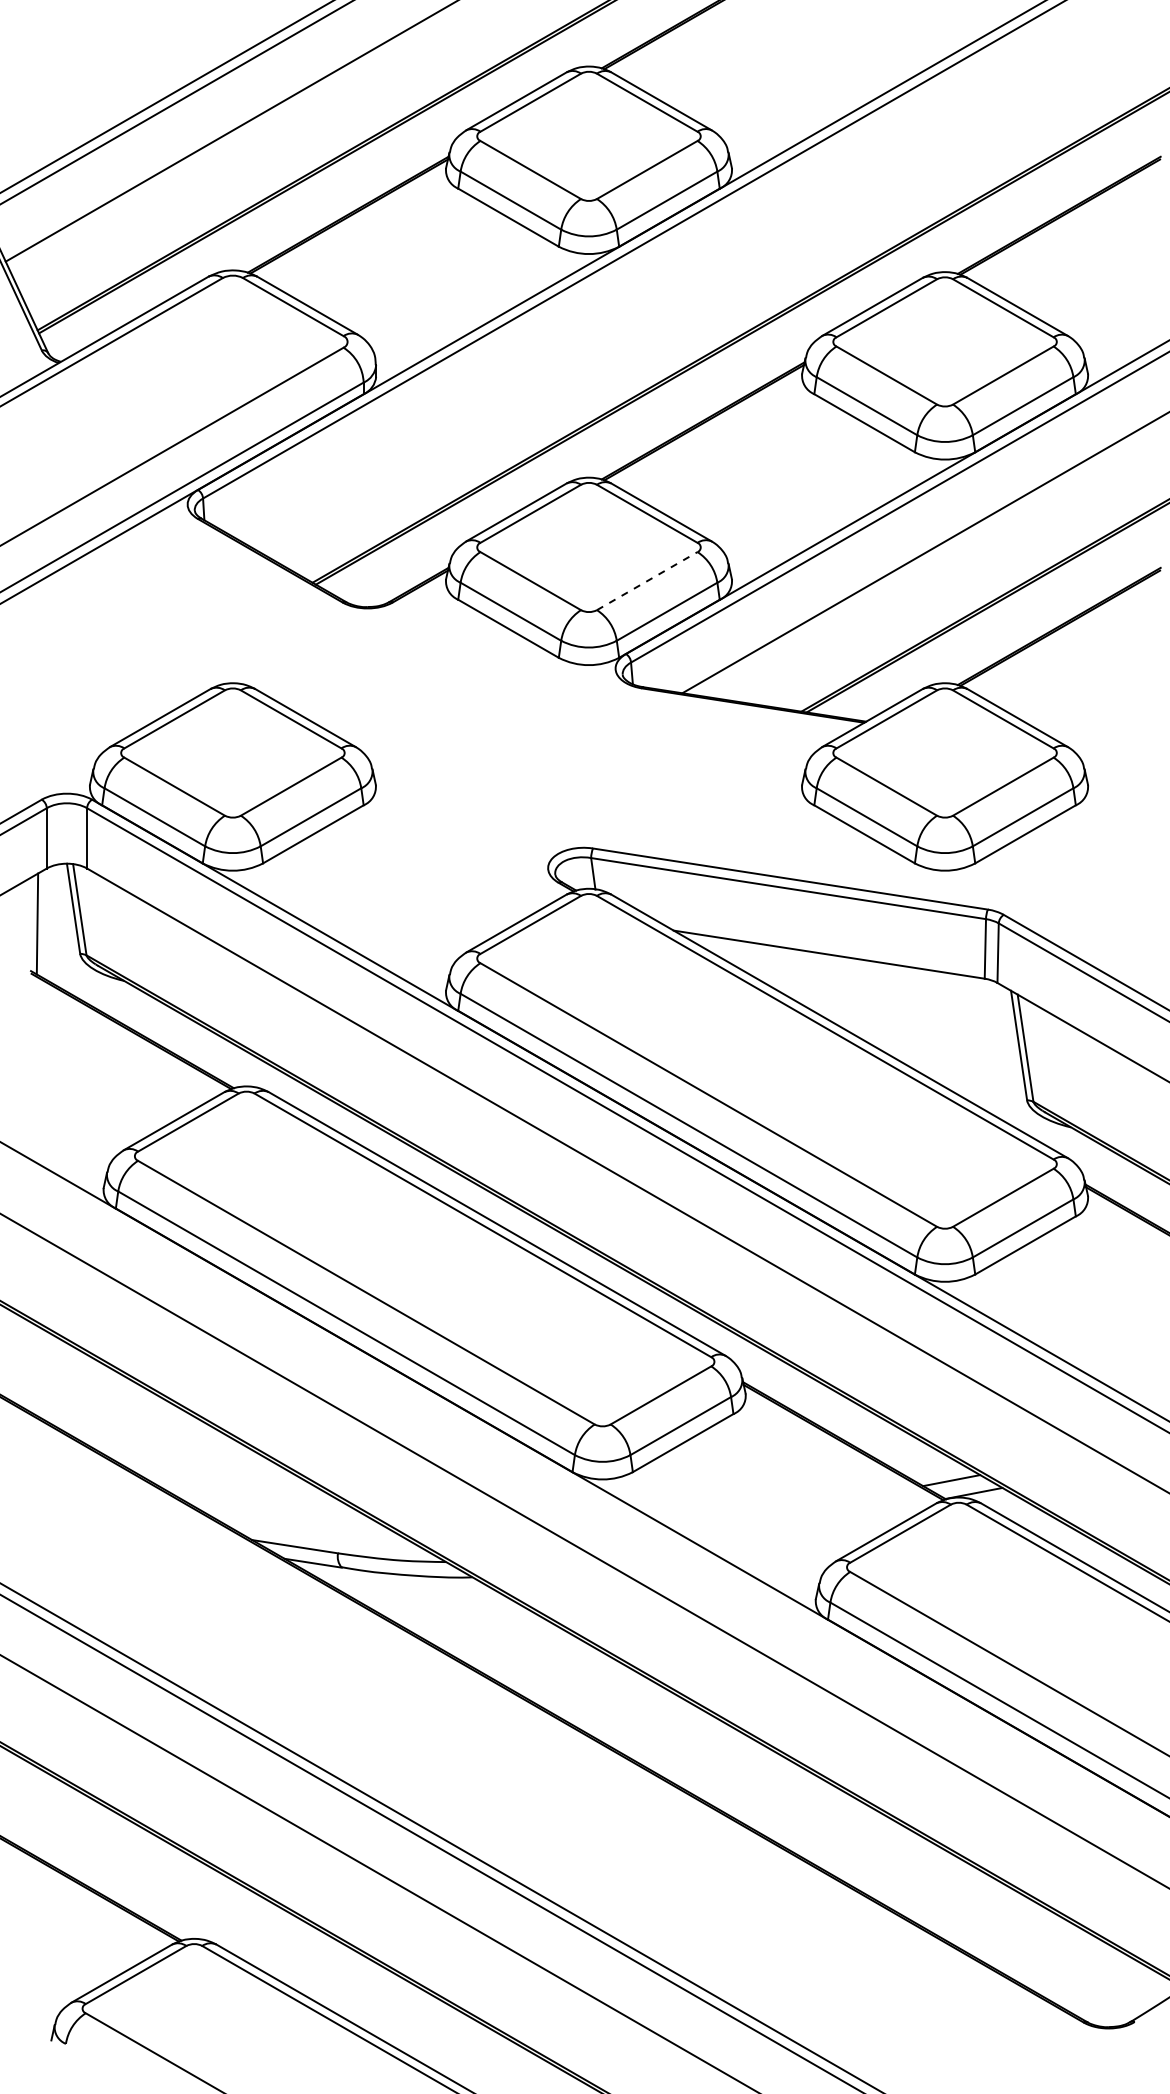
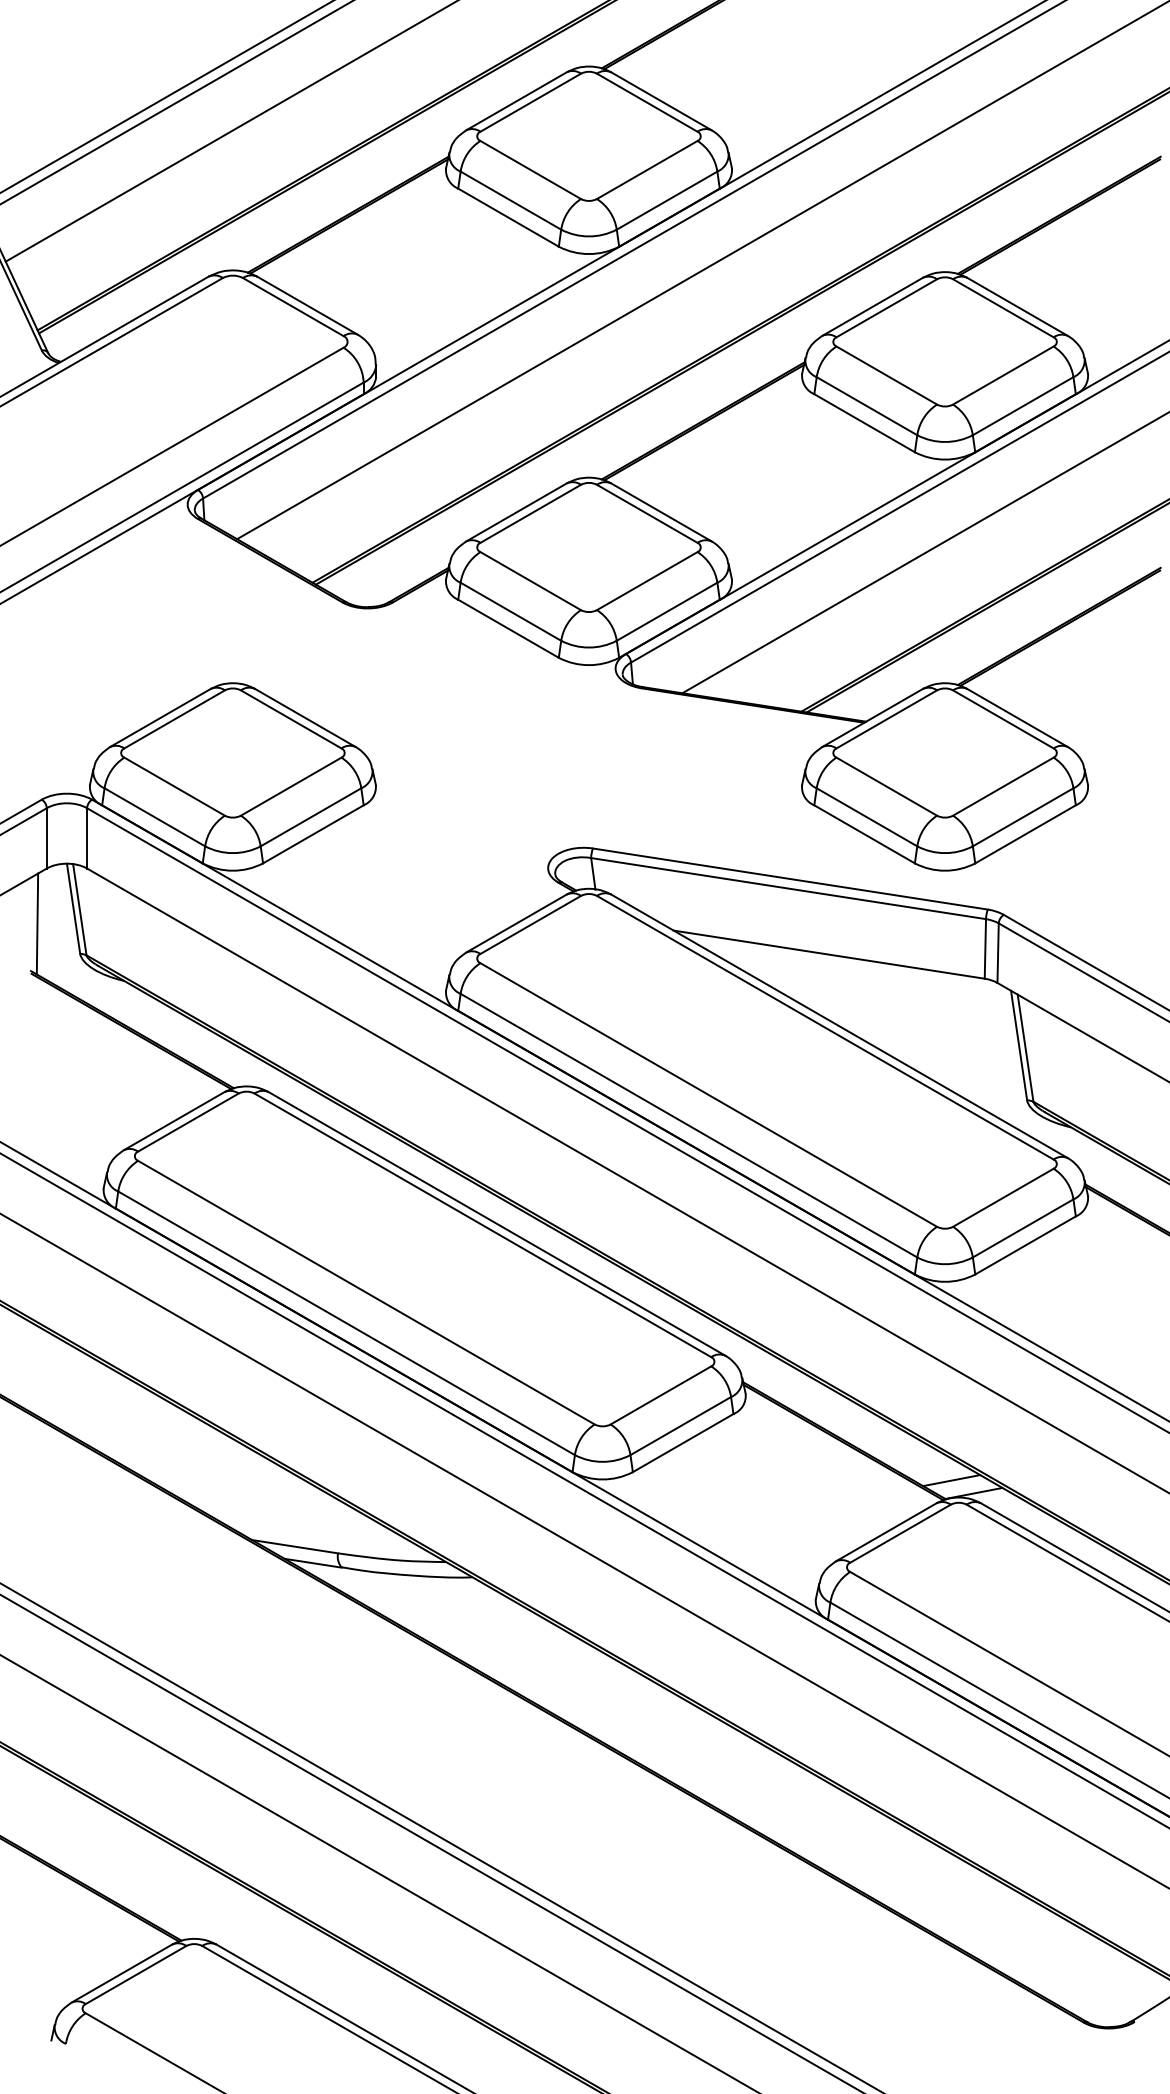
line at (701, 270): none -> present
line at (647, 580): dashed -> solid
line at (584, 1490): none -> present
